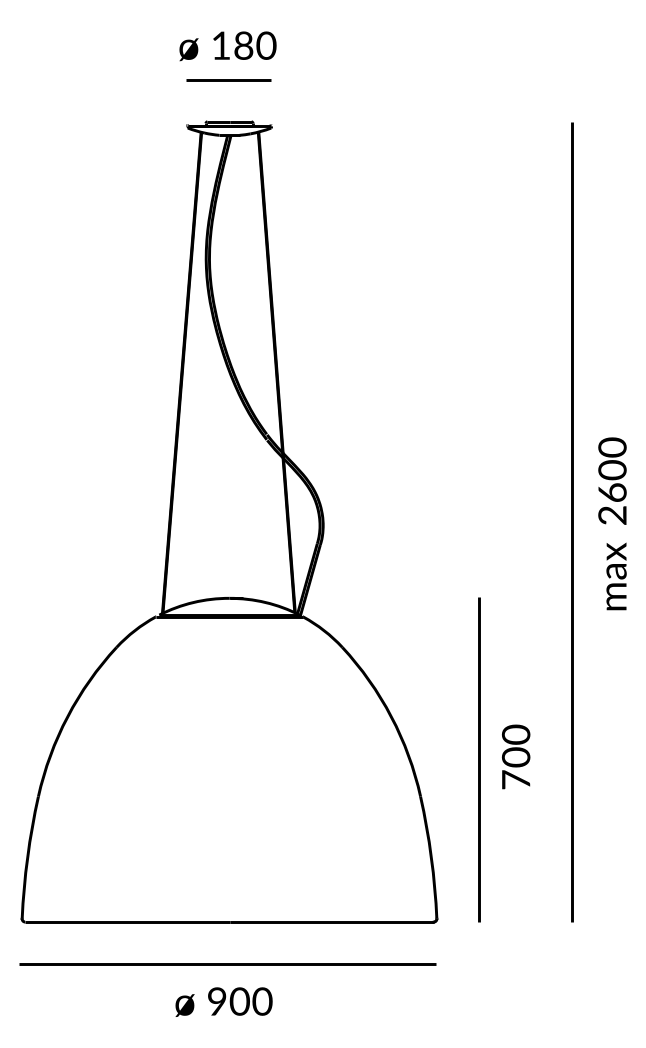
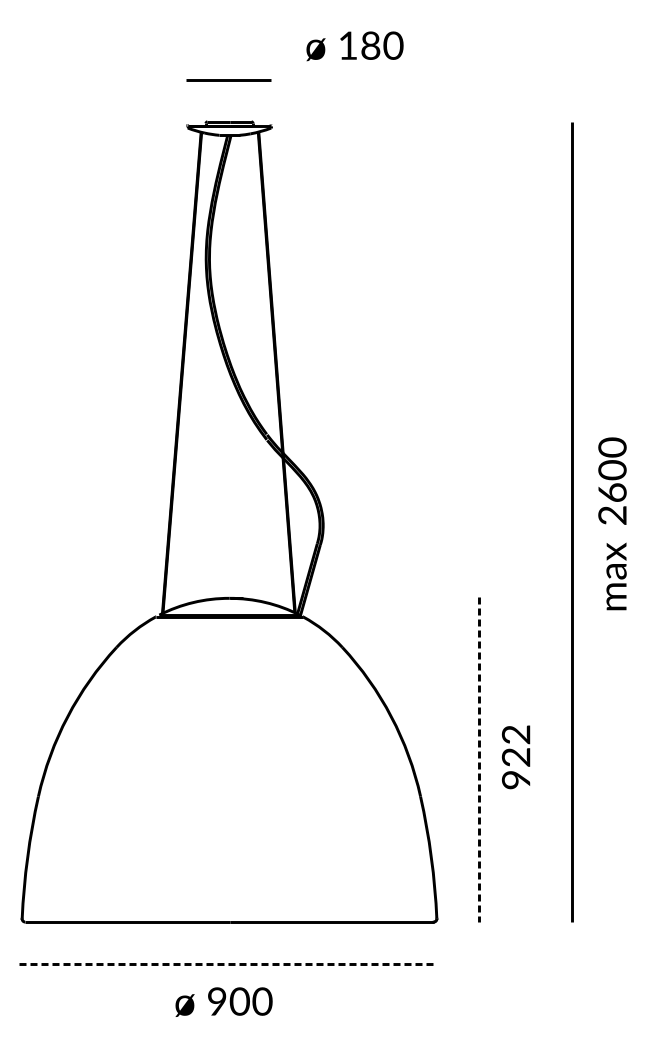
text at (227, 46) position: (227, 46) -> (354, 46)
text at (516, 756): 700 -> 922
line at (478, 759): solid -> dashed
line at (228, 964): solid -> dashed
